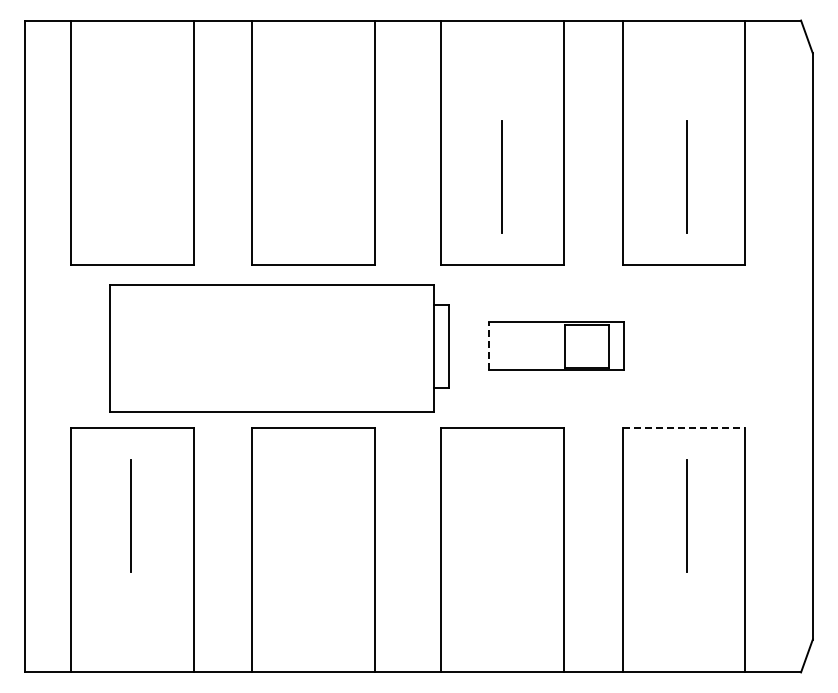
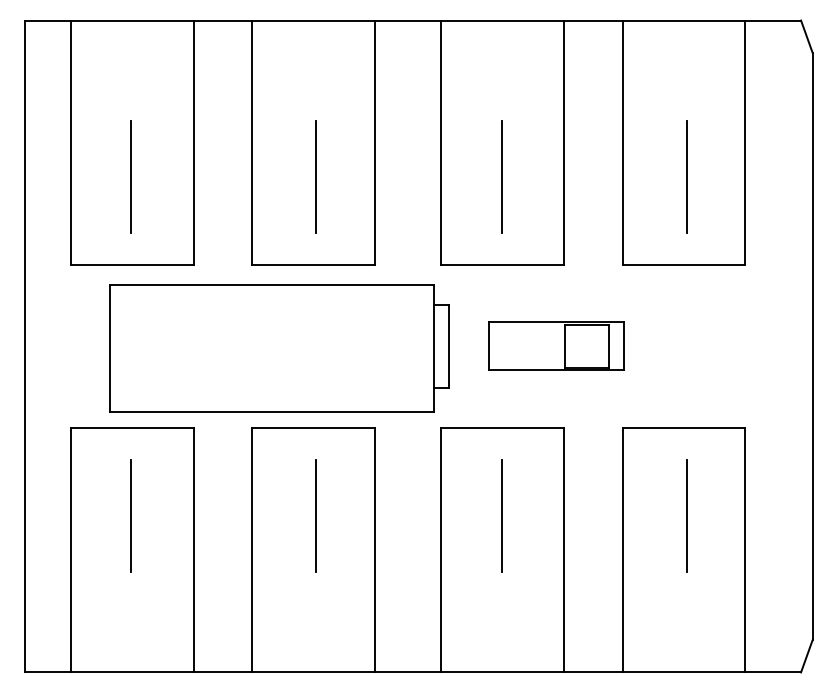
line at (130, 176): none -> present
line at (316, 176): none -> present
line at (488, 345): dashed -> solid
line at (684, 428): dashed -> solid
line at (316, 515): none -> present
line at (501, 515): none -> present
